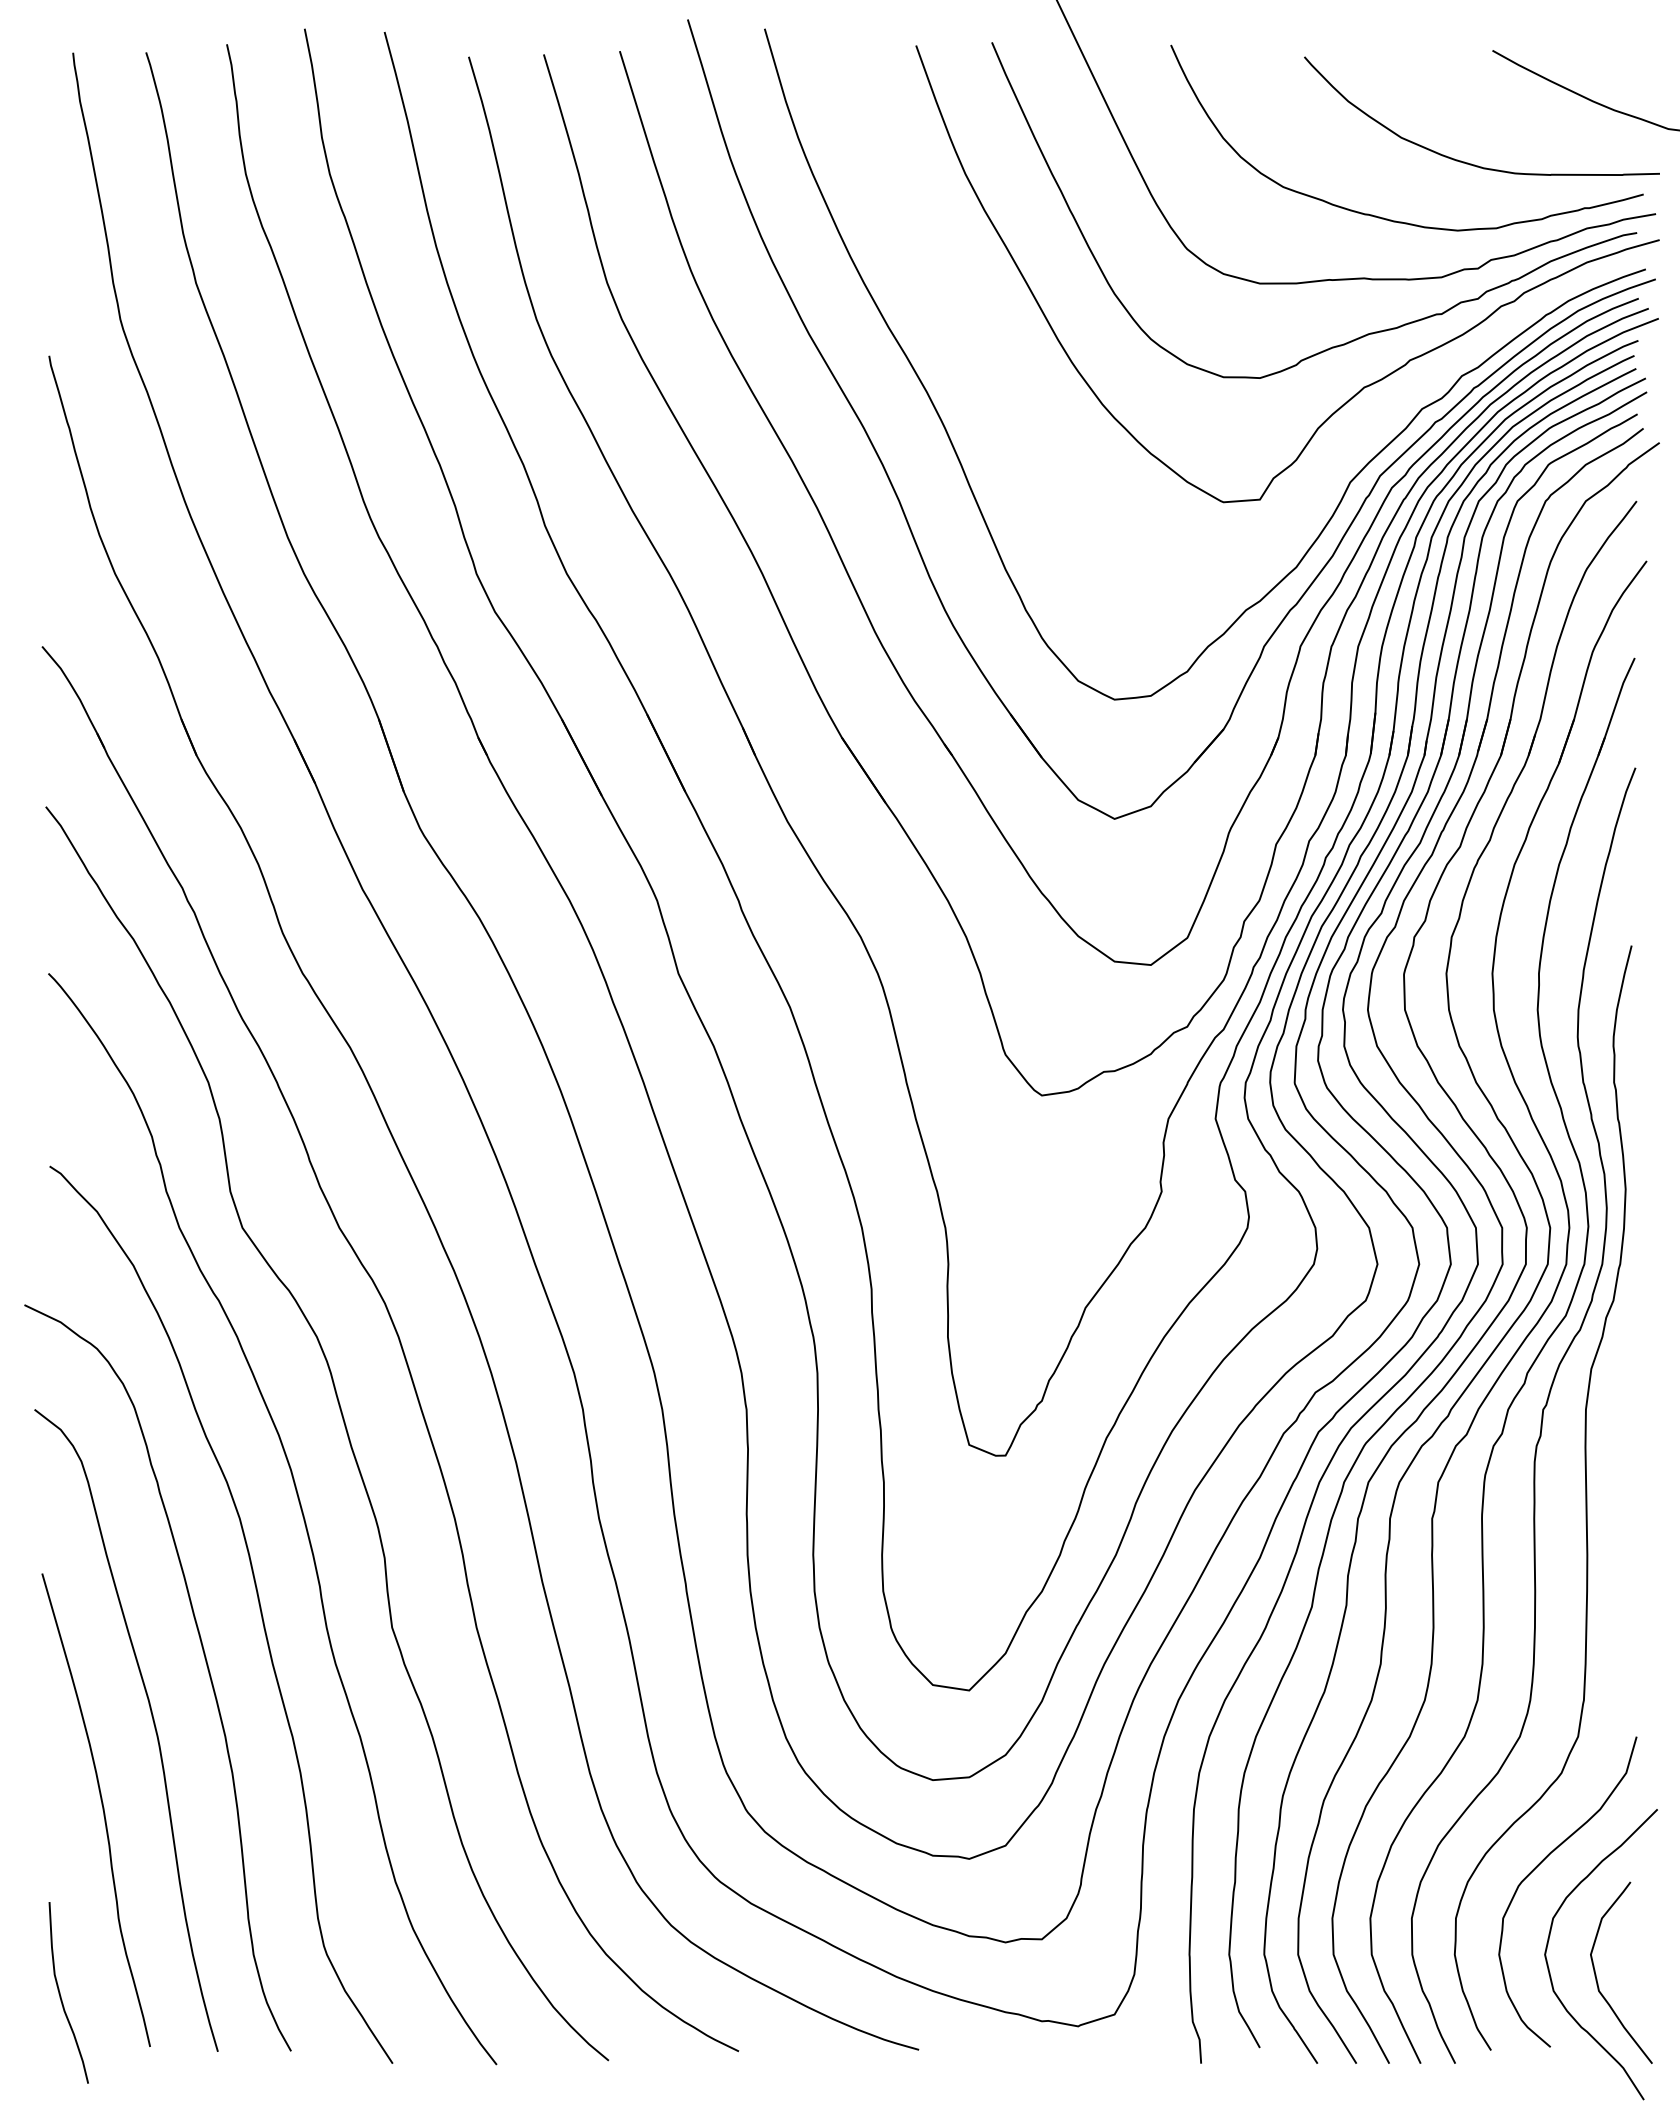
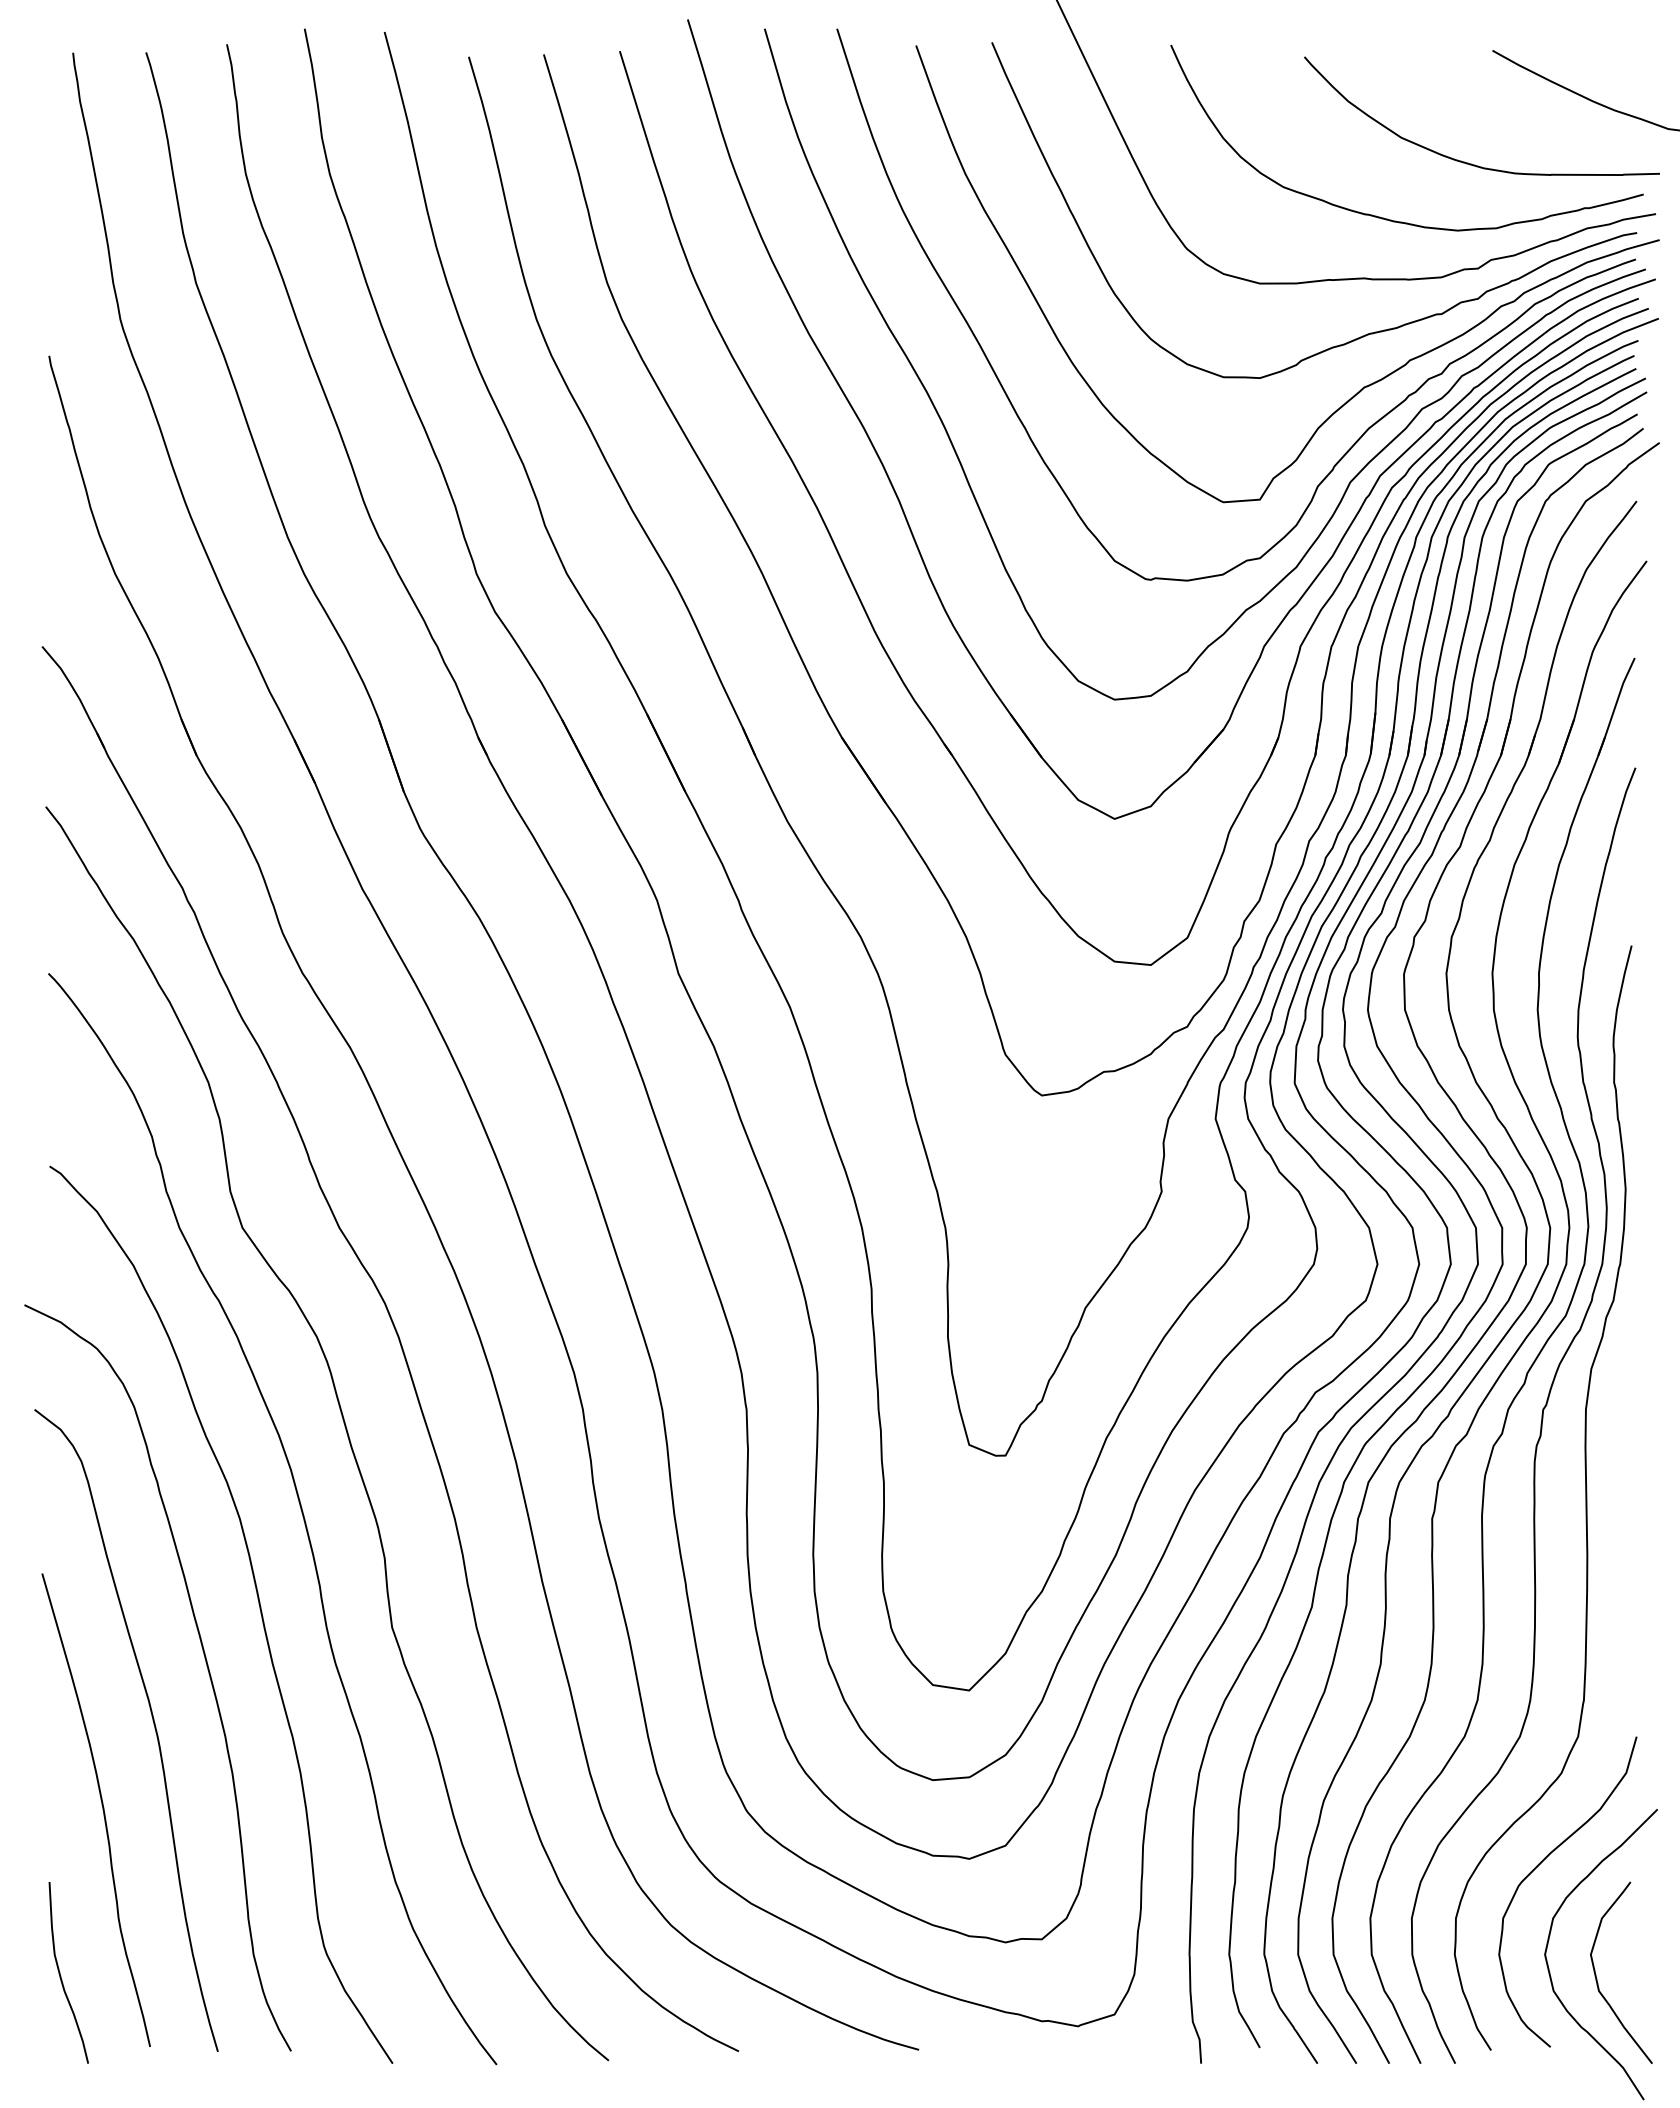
curve at (1363, 432): none -> present
curve at (60, 1992) position: (60, 1992) -> (60, 1972)
